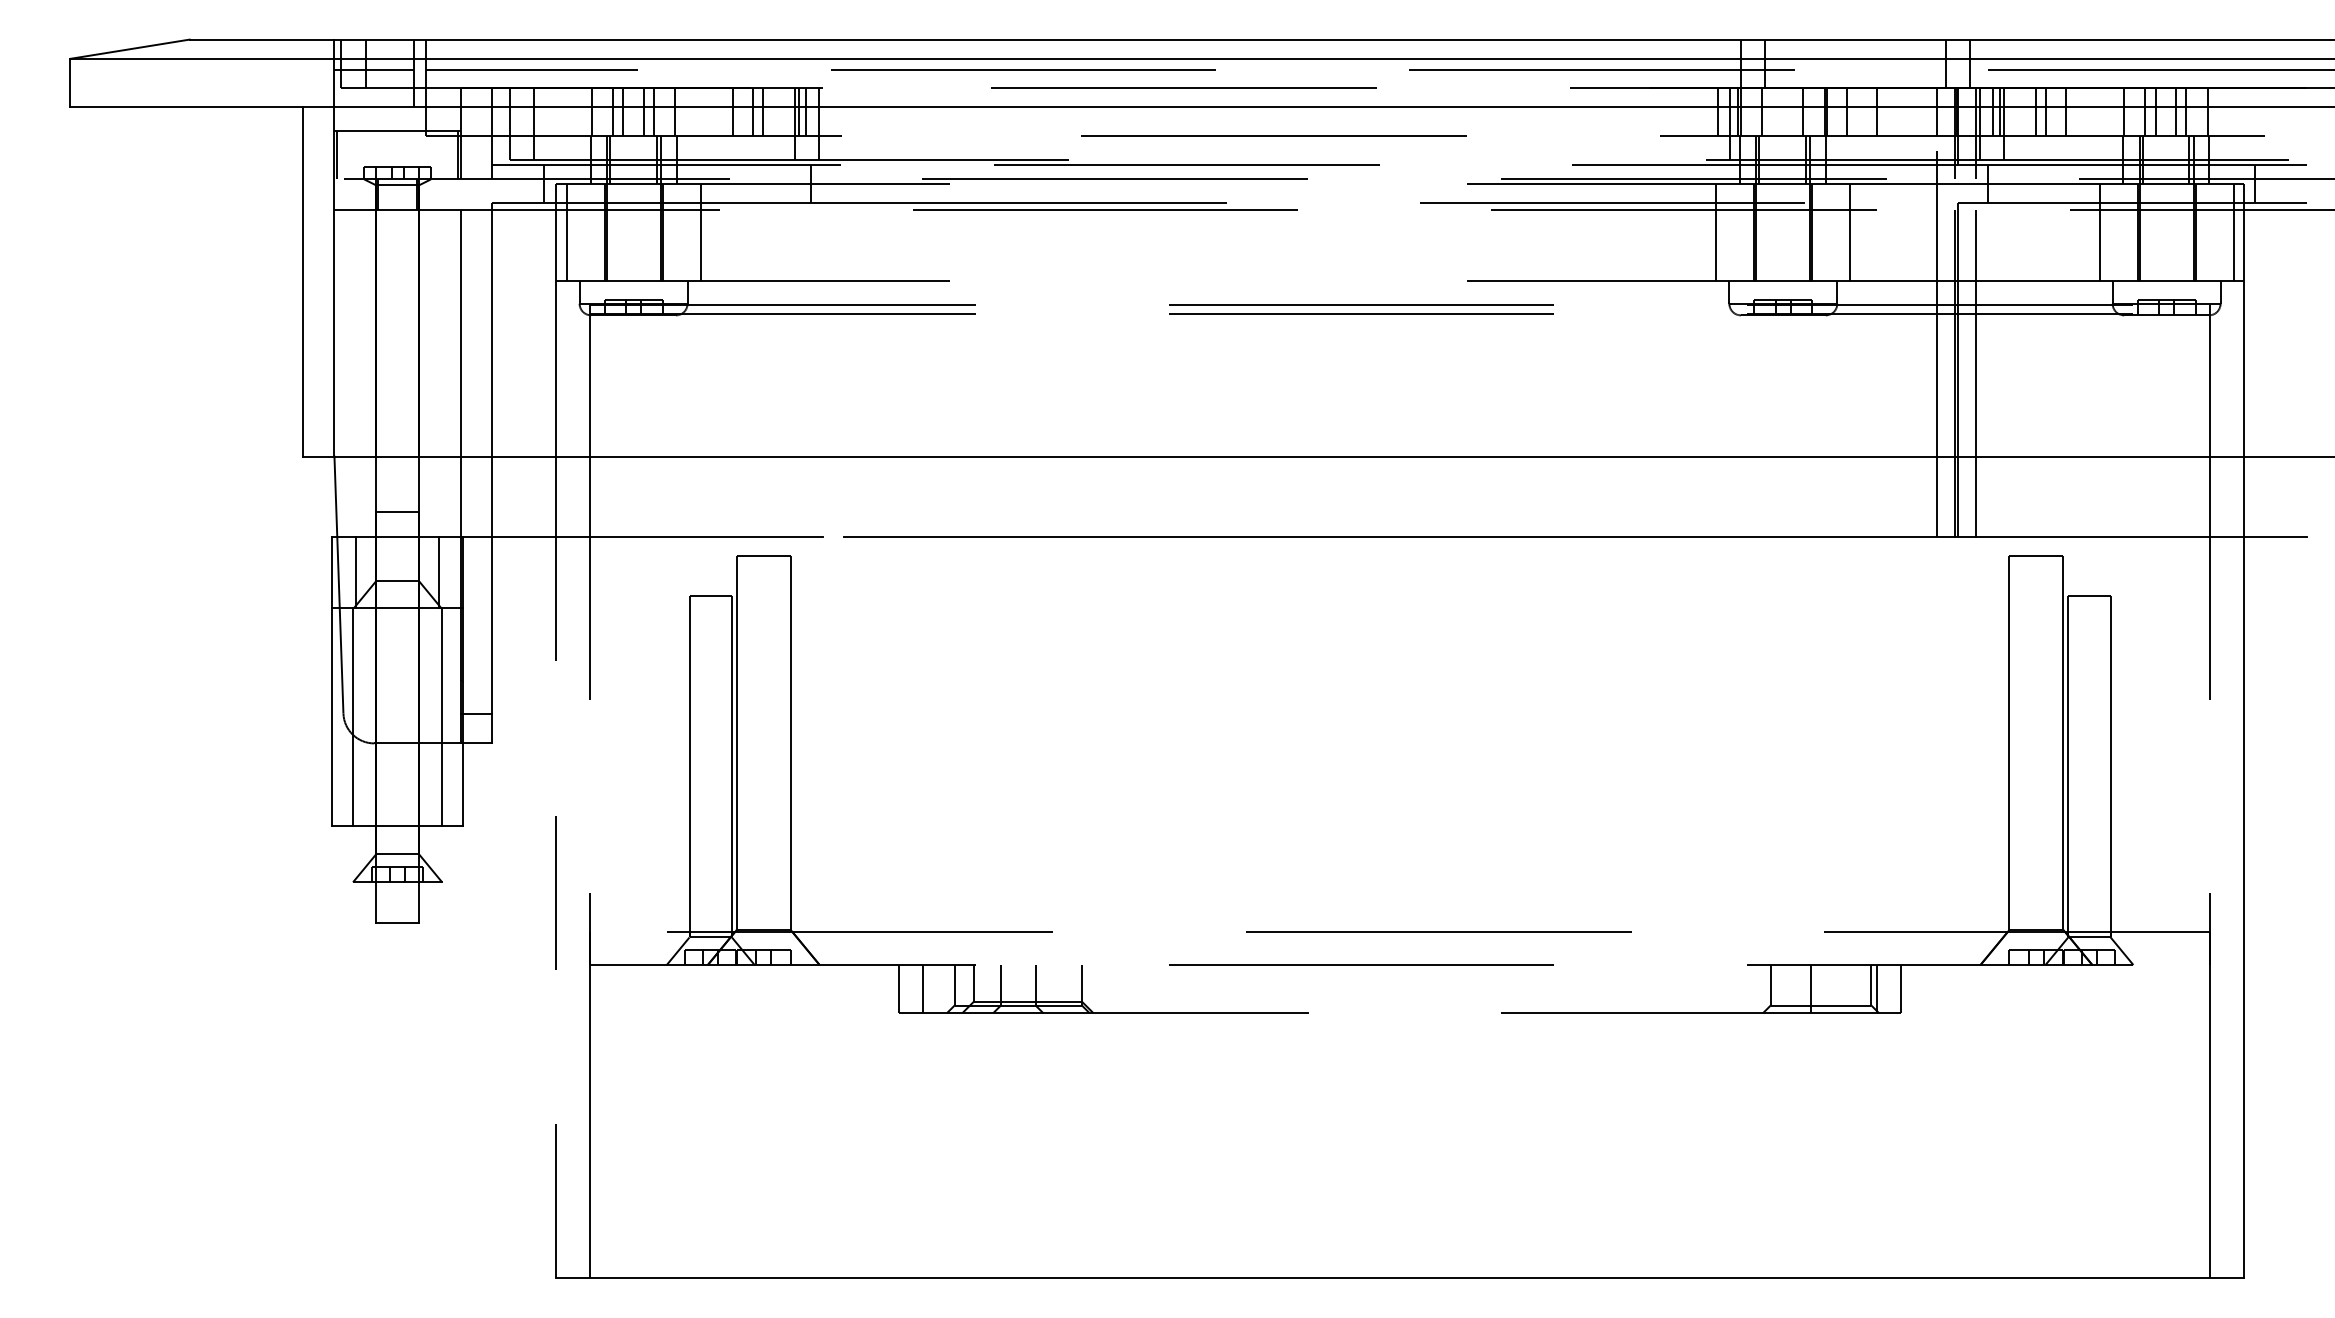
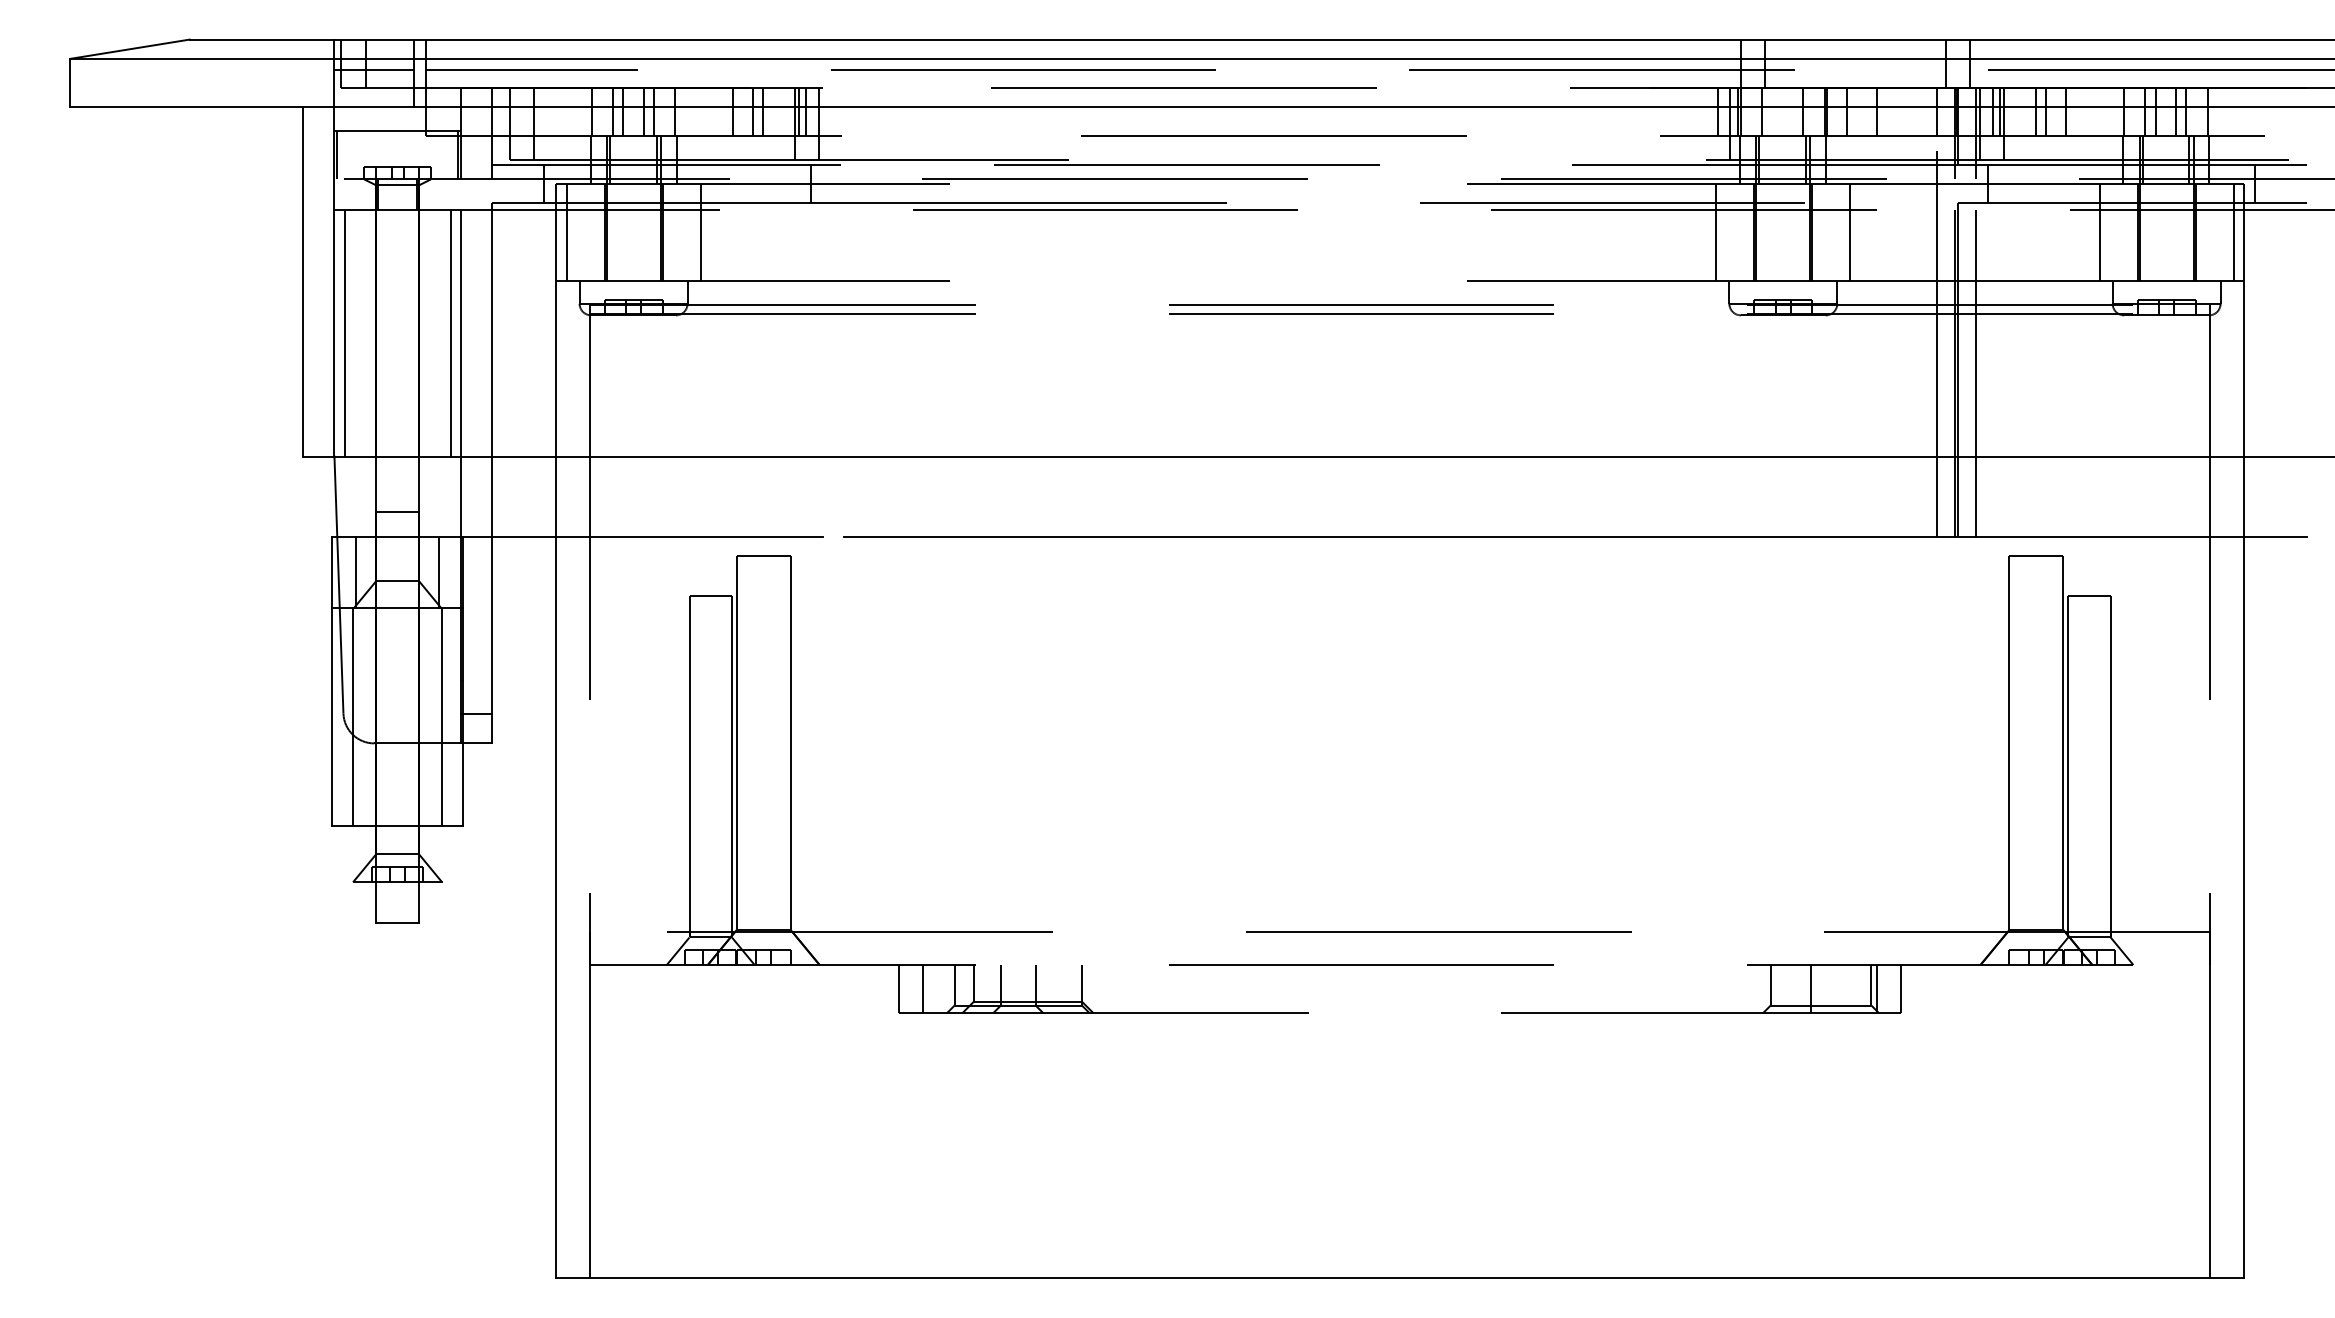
line at (344, 333): none -> present
line at (450, 333): none -> present
line at (556, 907): dashed -> solid
